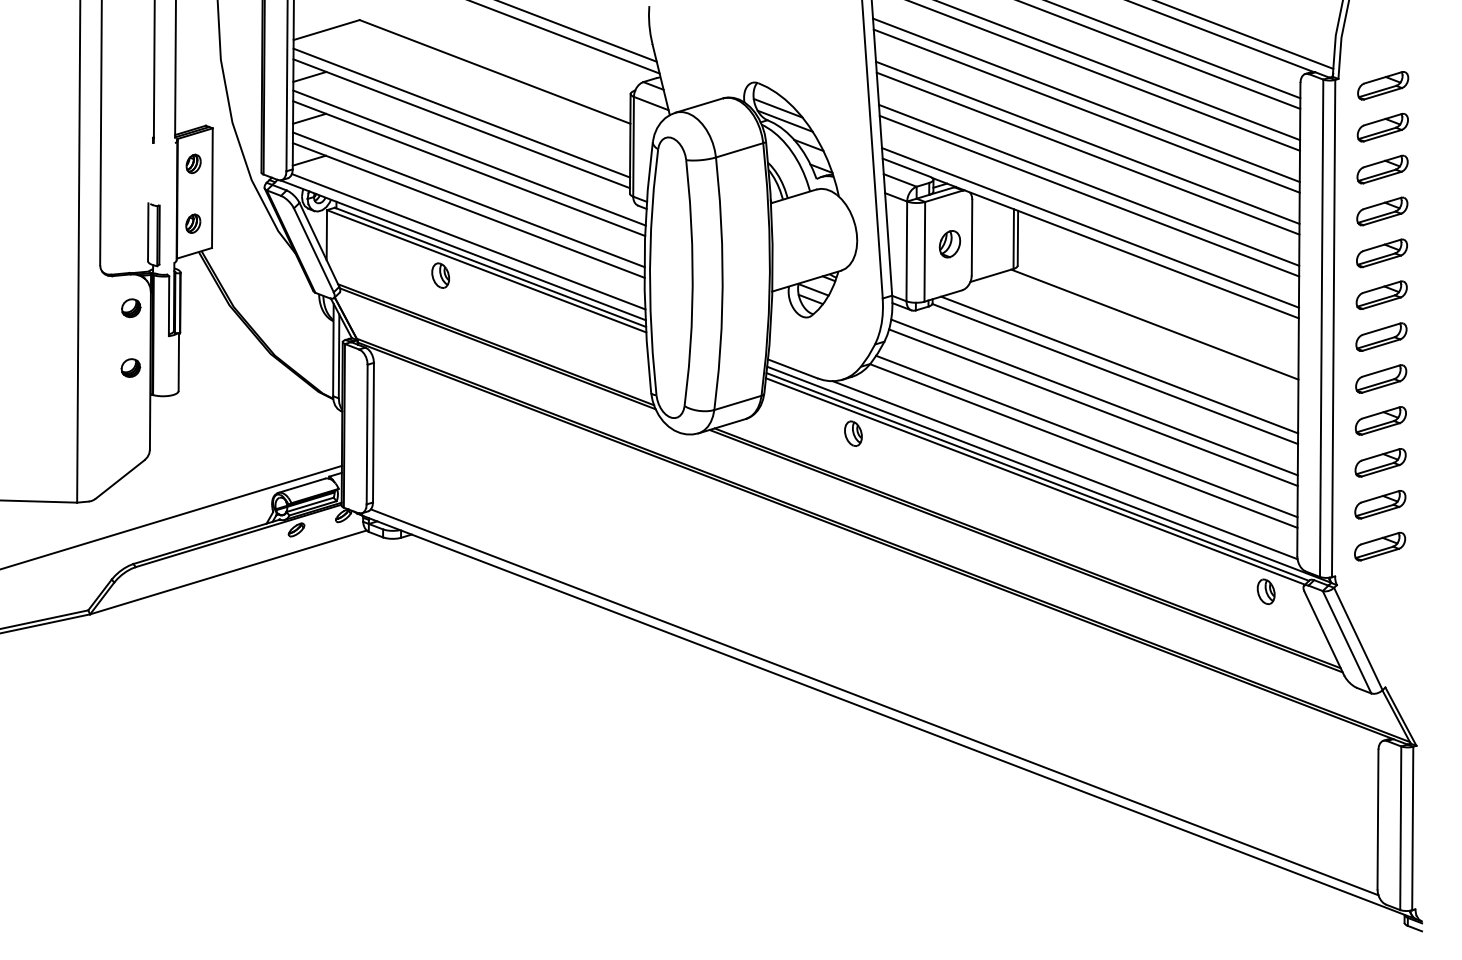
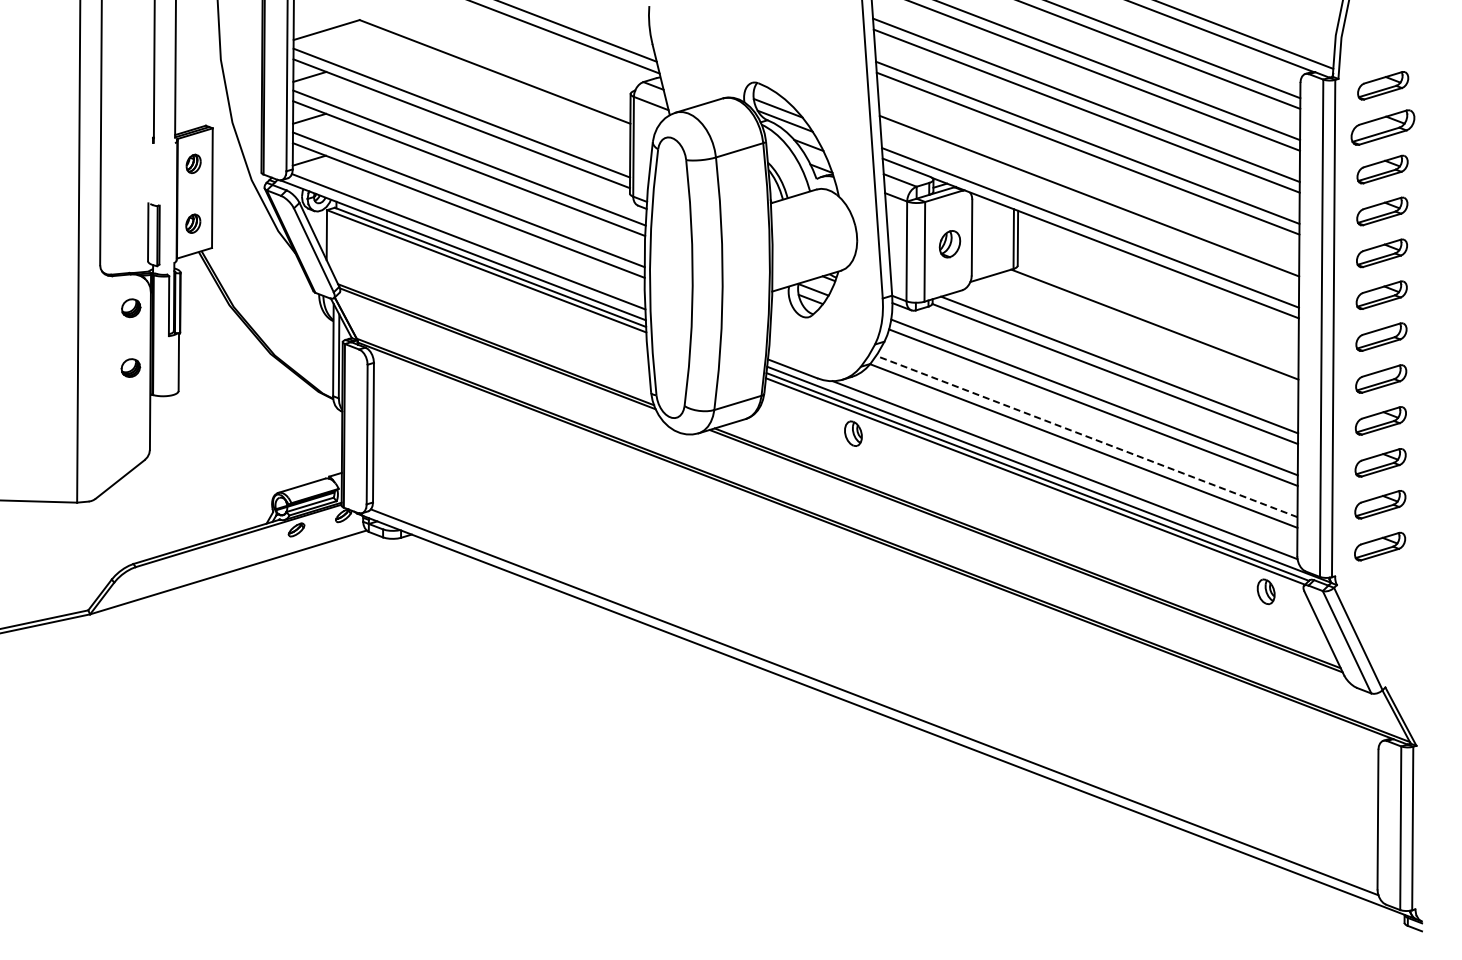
part at (1382, 127) size: 53x30 px -> 66x37 px
line at (1088, 184): present -> none
part at (440, 275): present -> none
line at (1086, 436): solid -> dashed
line at (171, 516): present -> none
